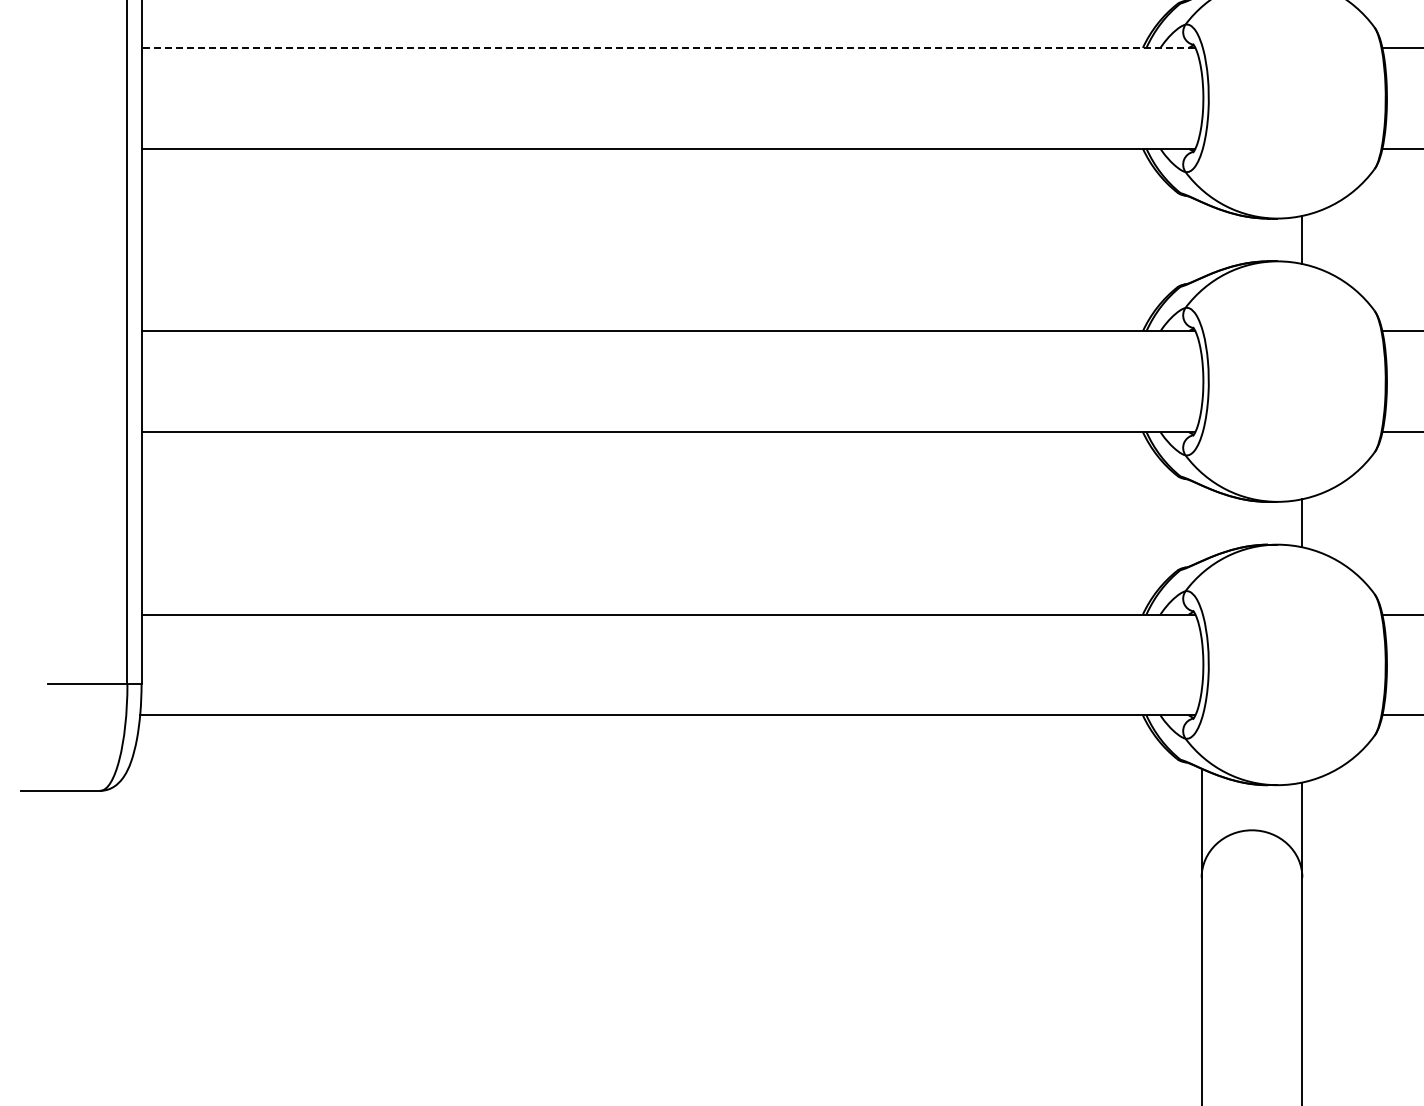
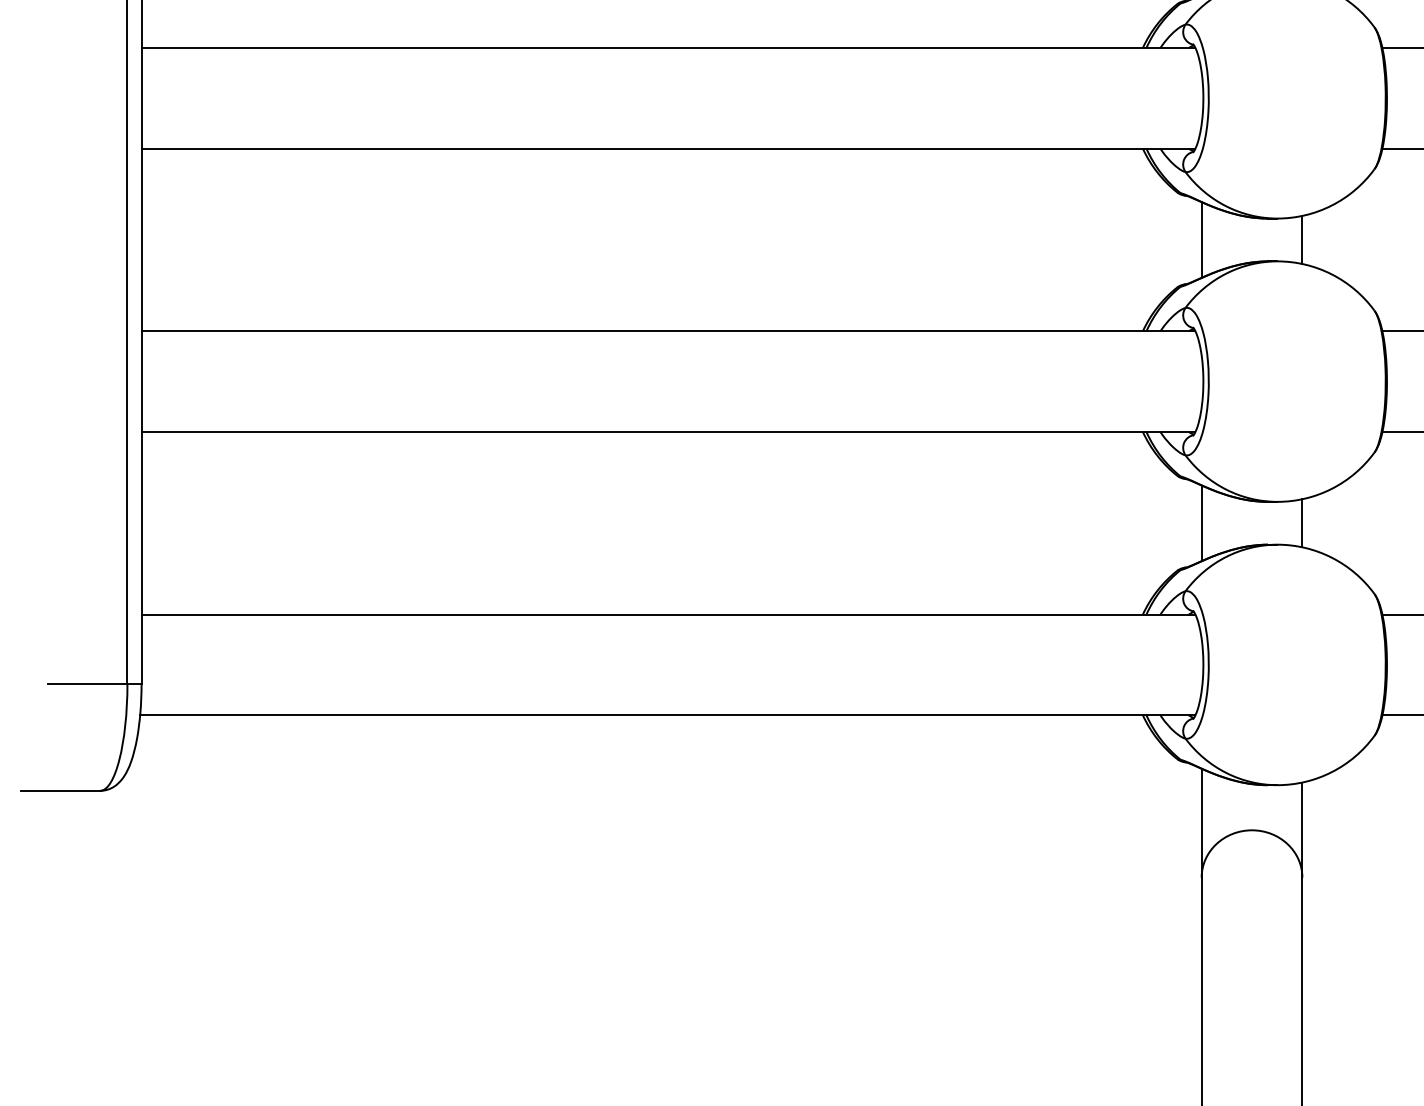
line at (668, 47): dashed -> solid
line at (1201, 239): none -> present
line at (1201, 523): none -> present
